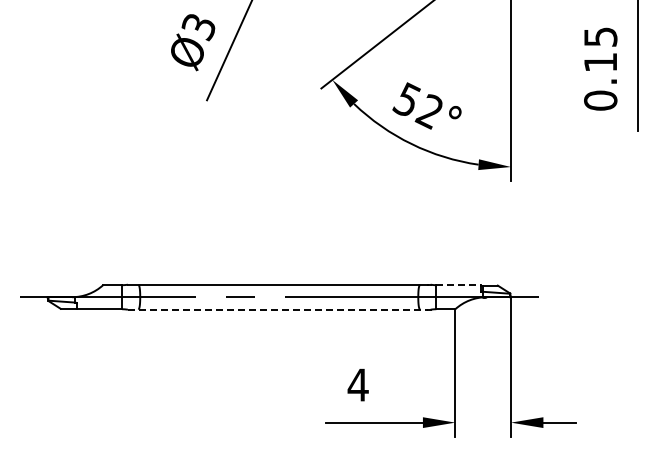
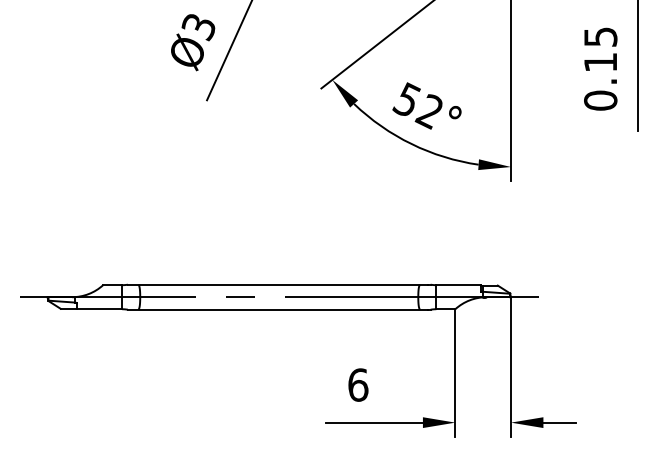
line at (459, 285): dashed -> solid
line at (277, 309): dashed -> solid
text at (357, 384): 4 -> 6
